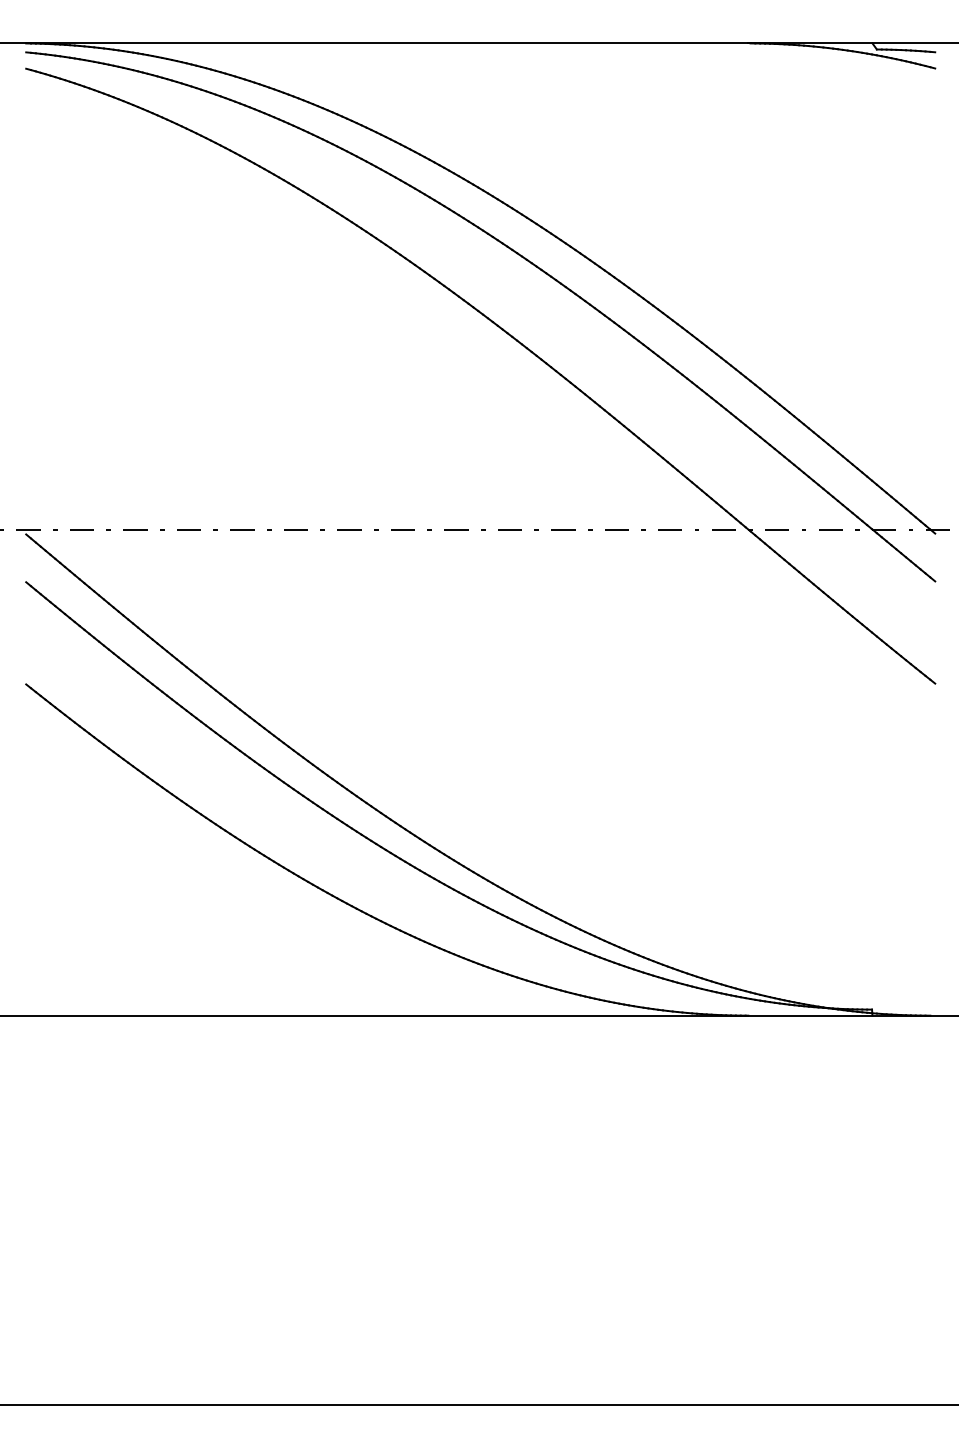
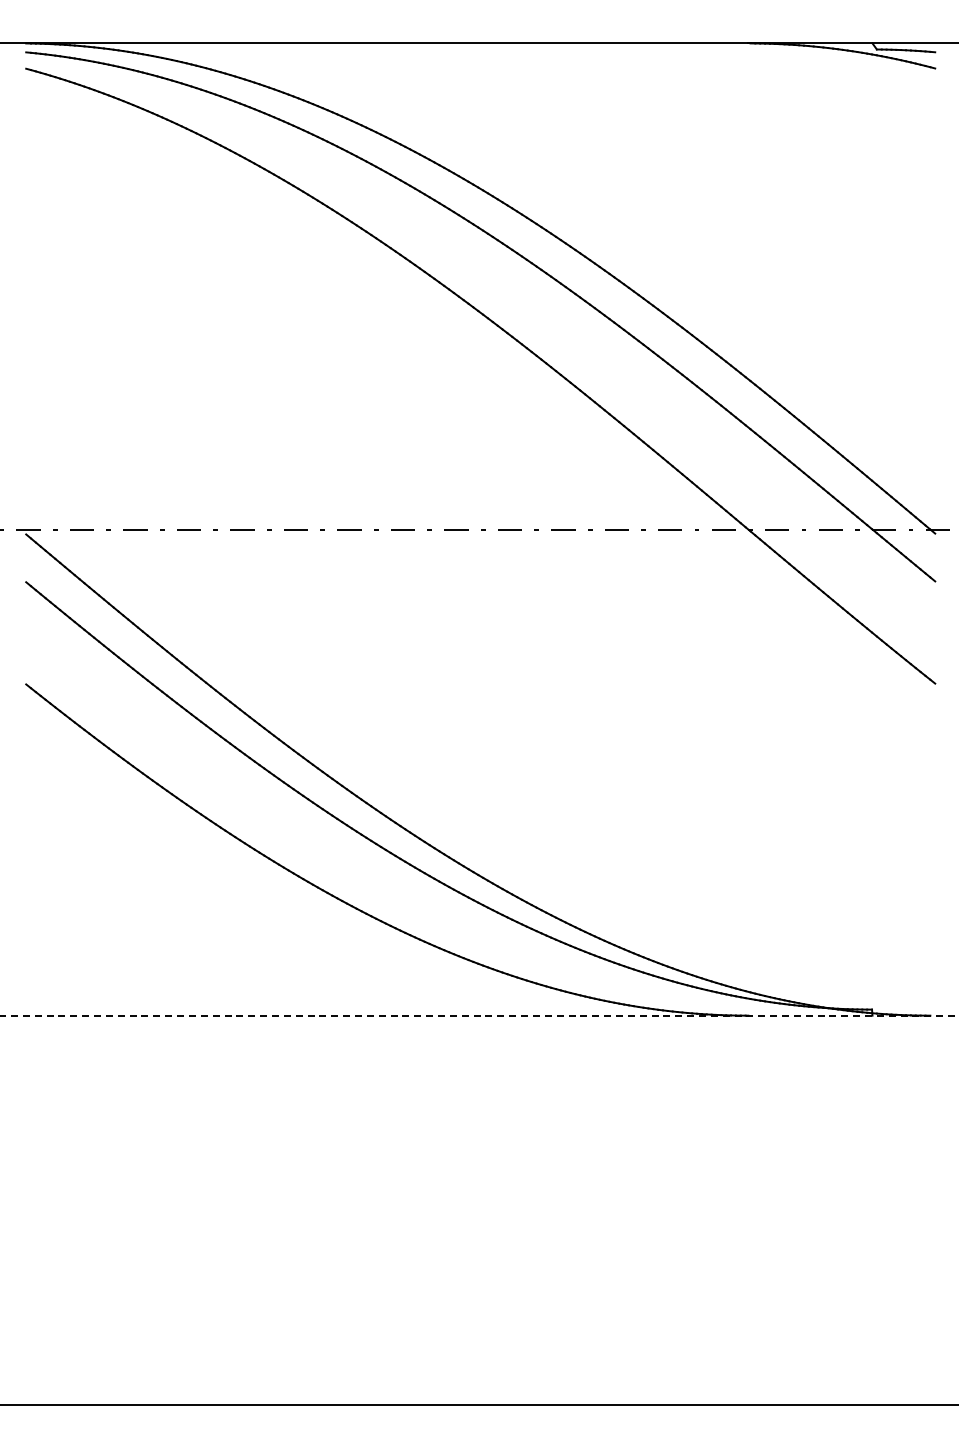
line at (479, 1015): solid -> dashed
